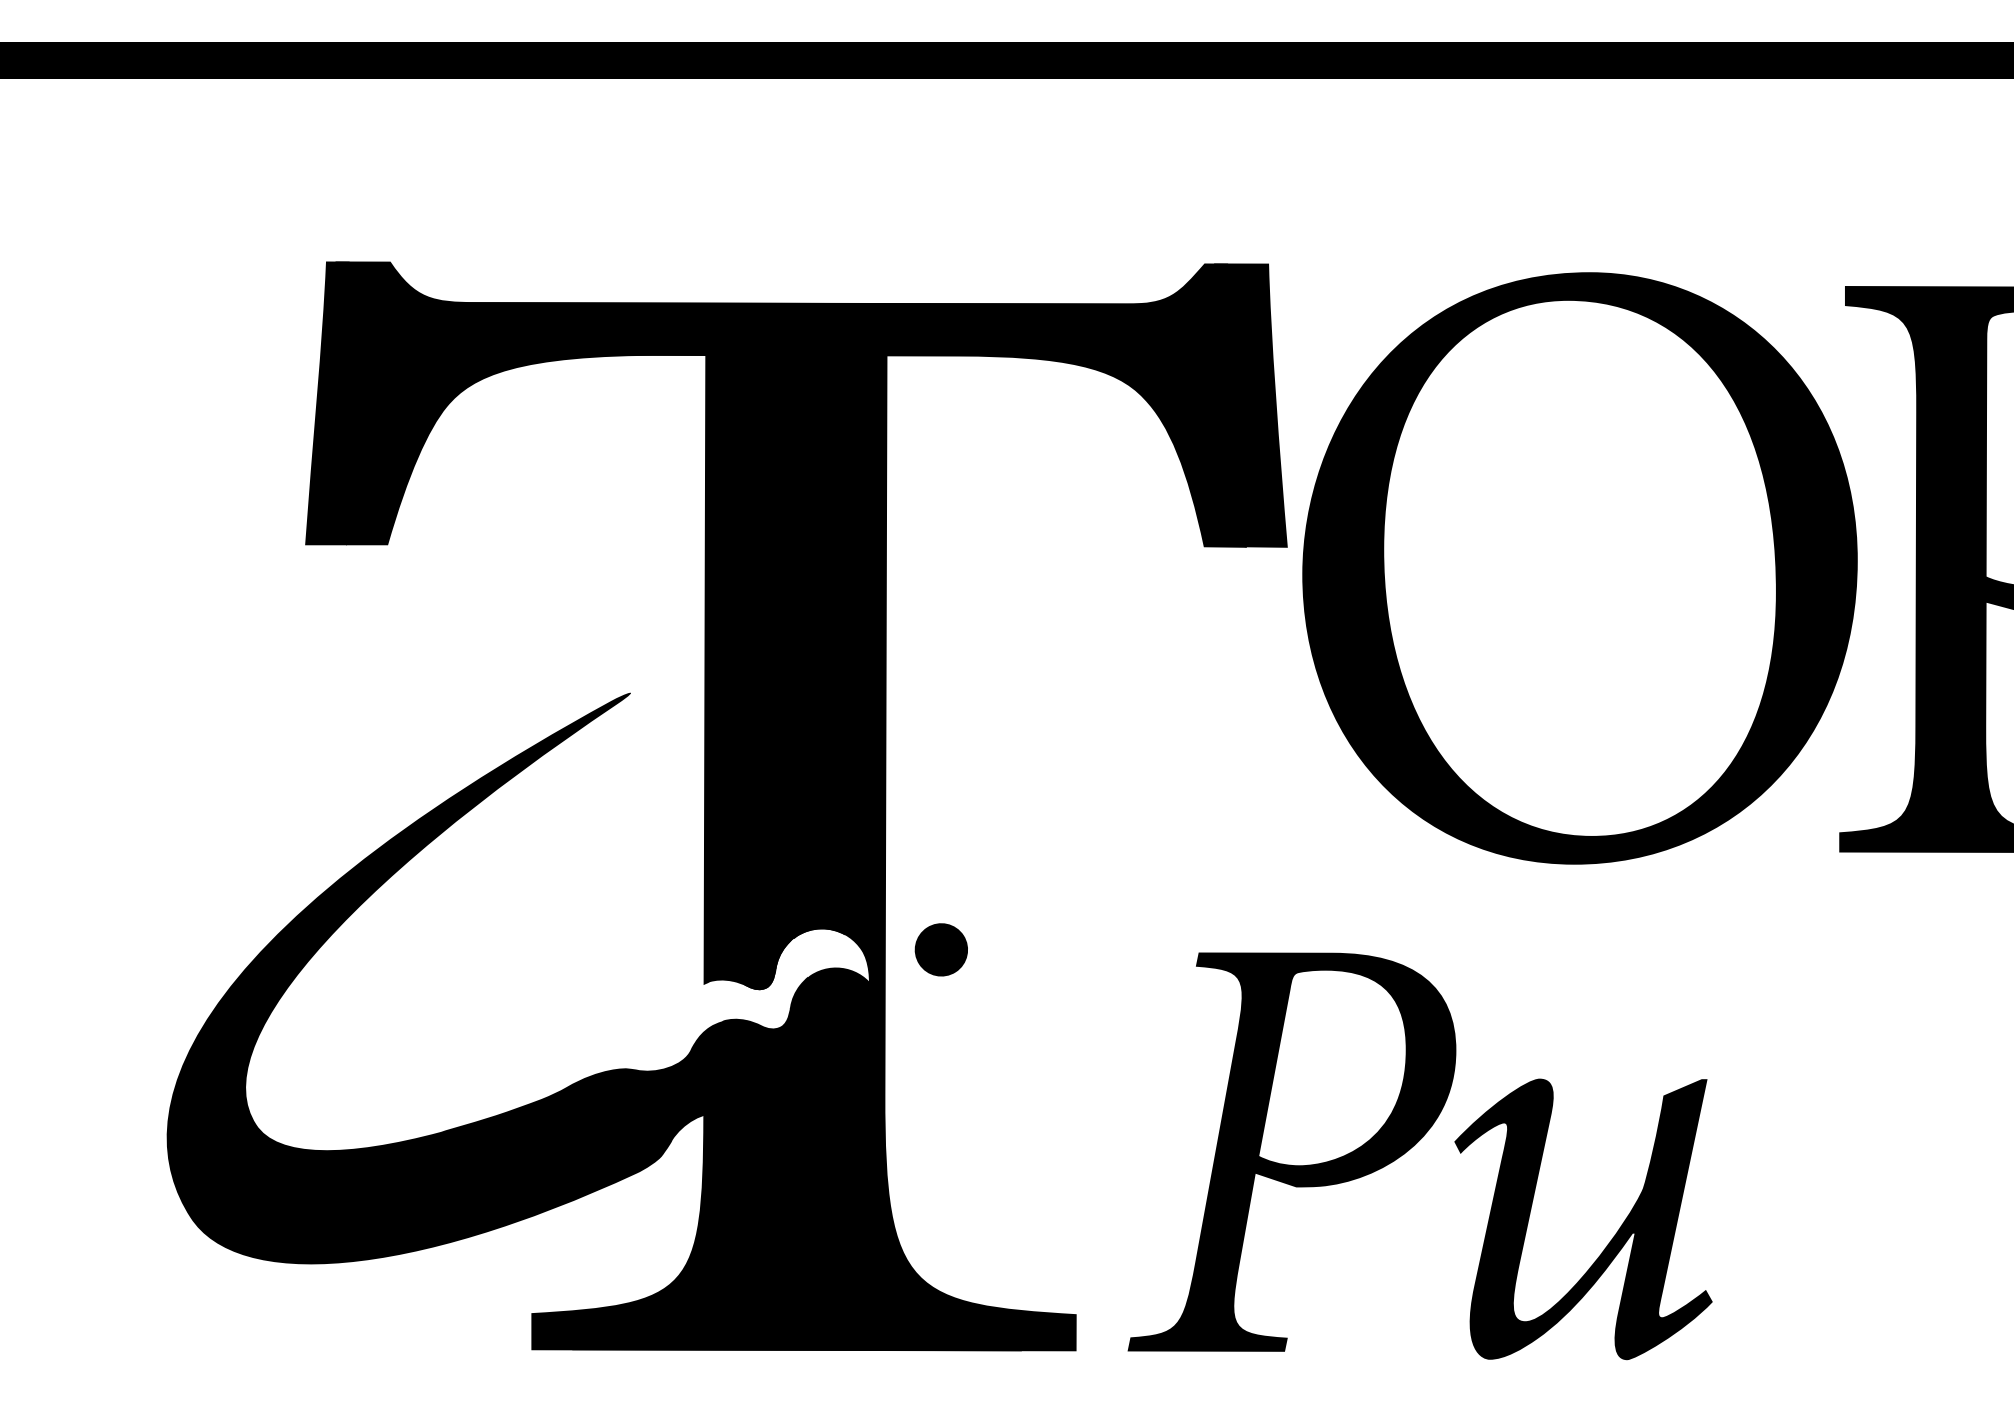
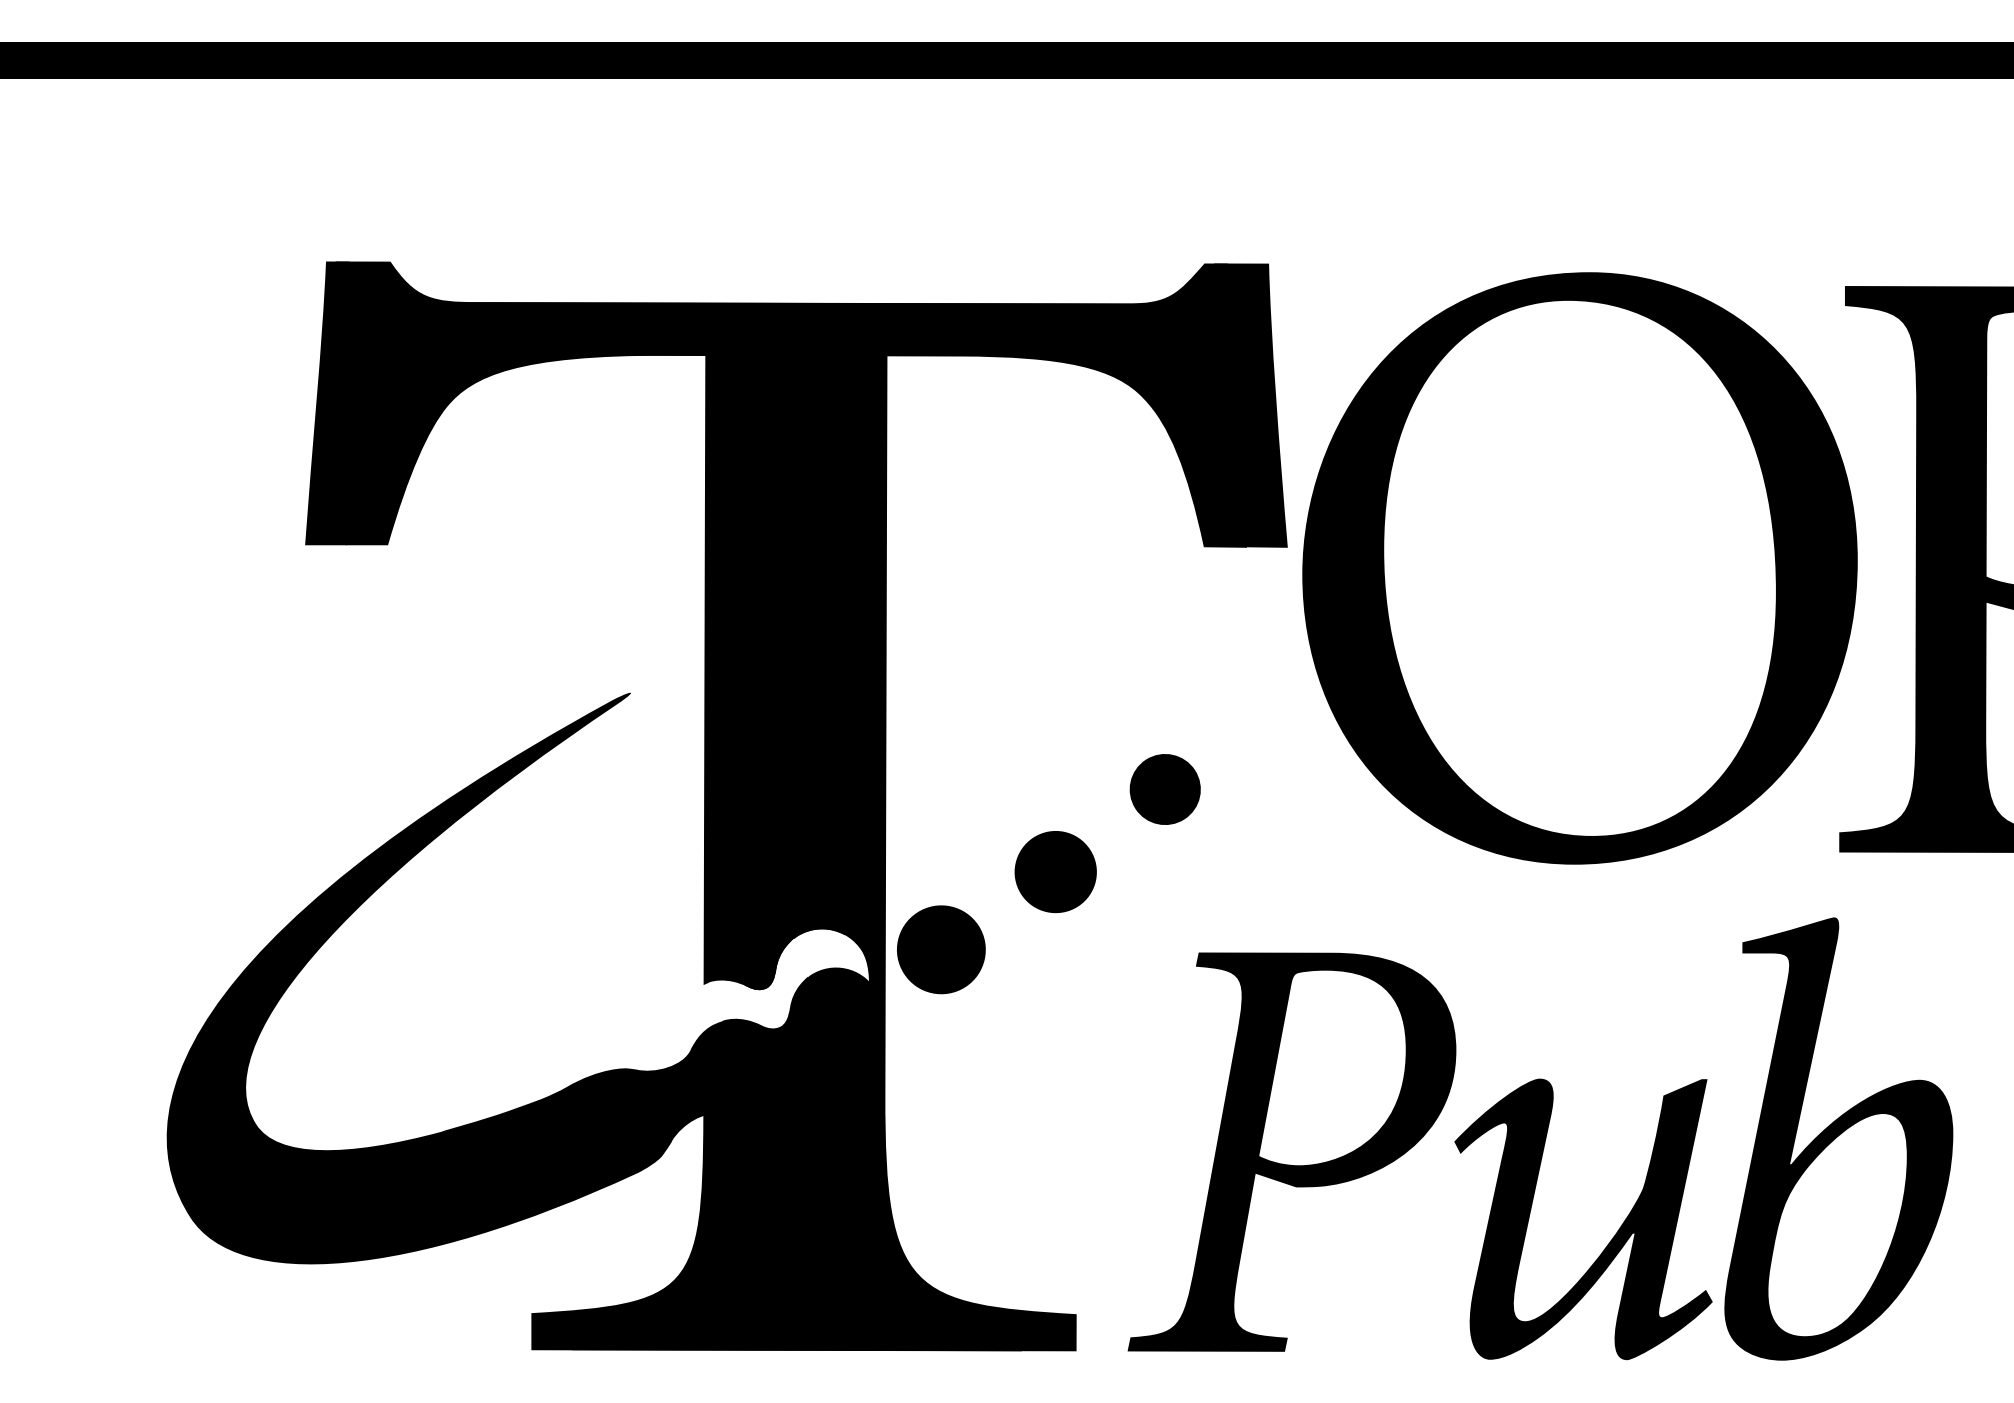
fill at (1164, 789): none -> present
fill at (1055, 871): none -> present
part at (940, 949) size: 54x54 px -> 89x90 px
part at (1838, 1138): none -> present
